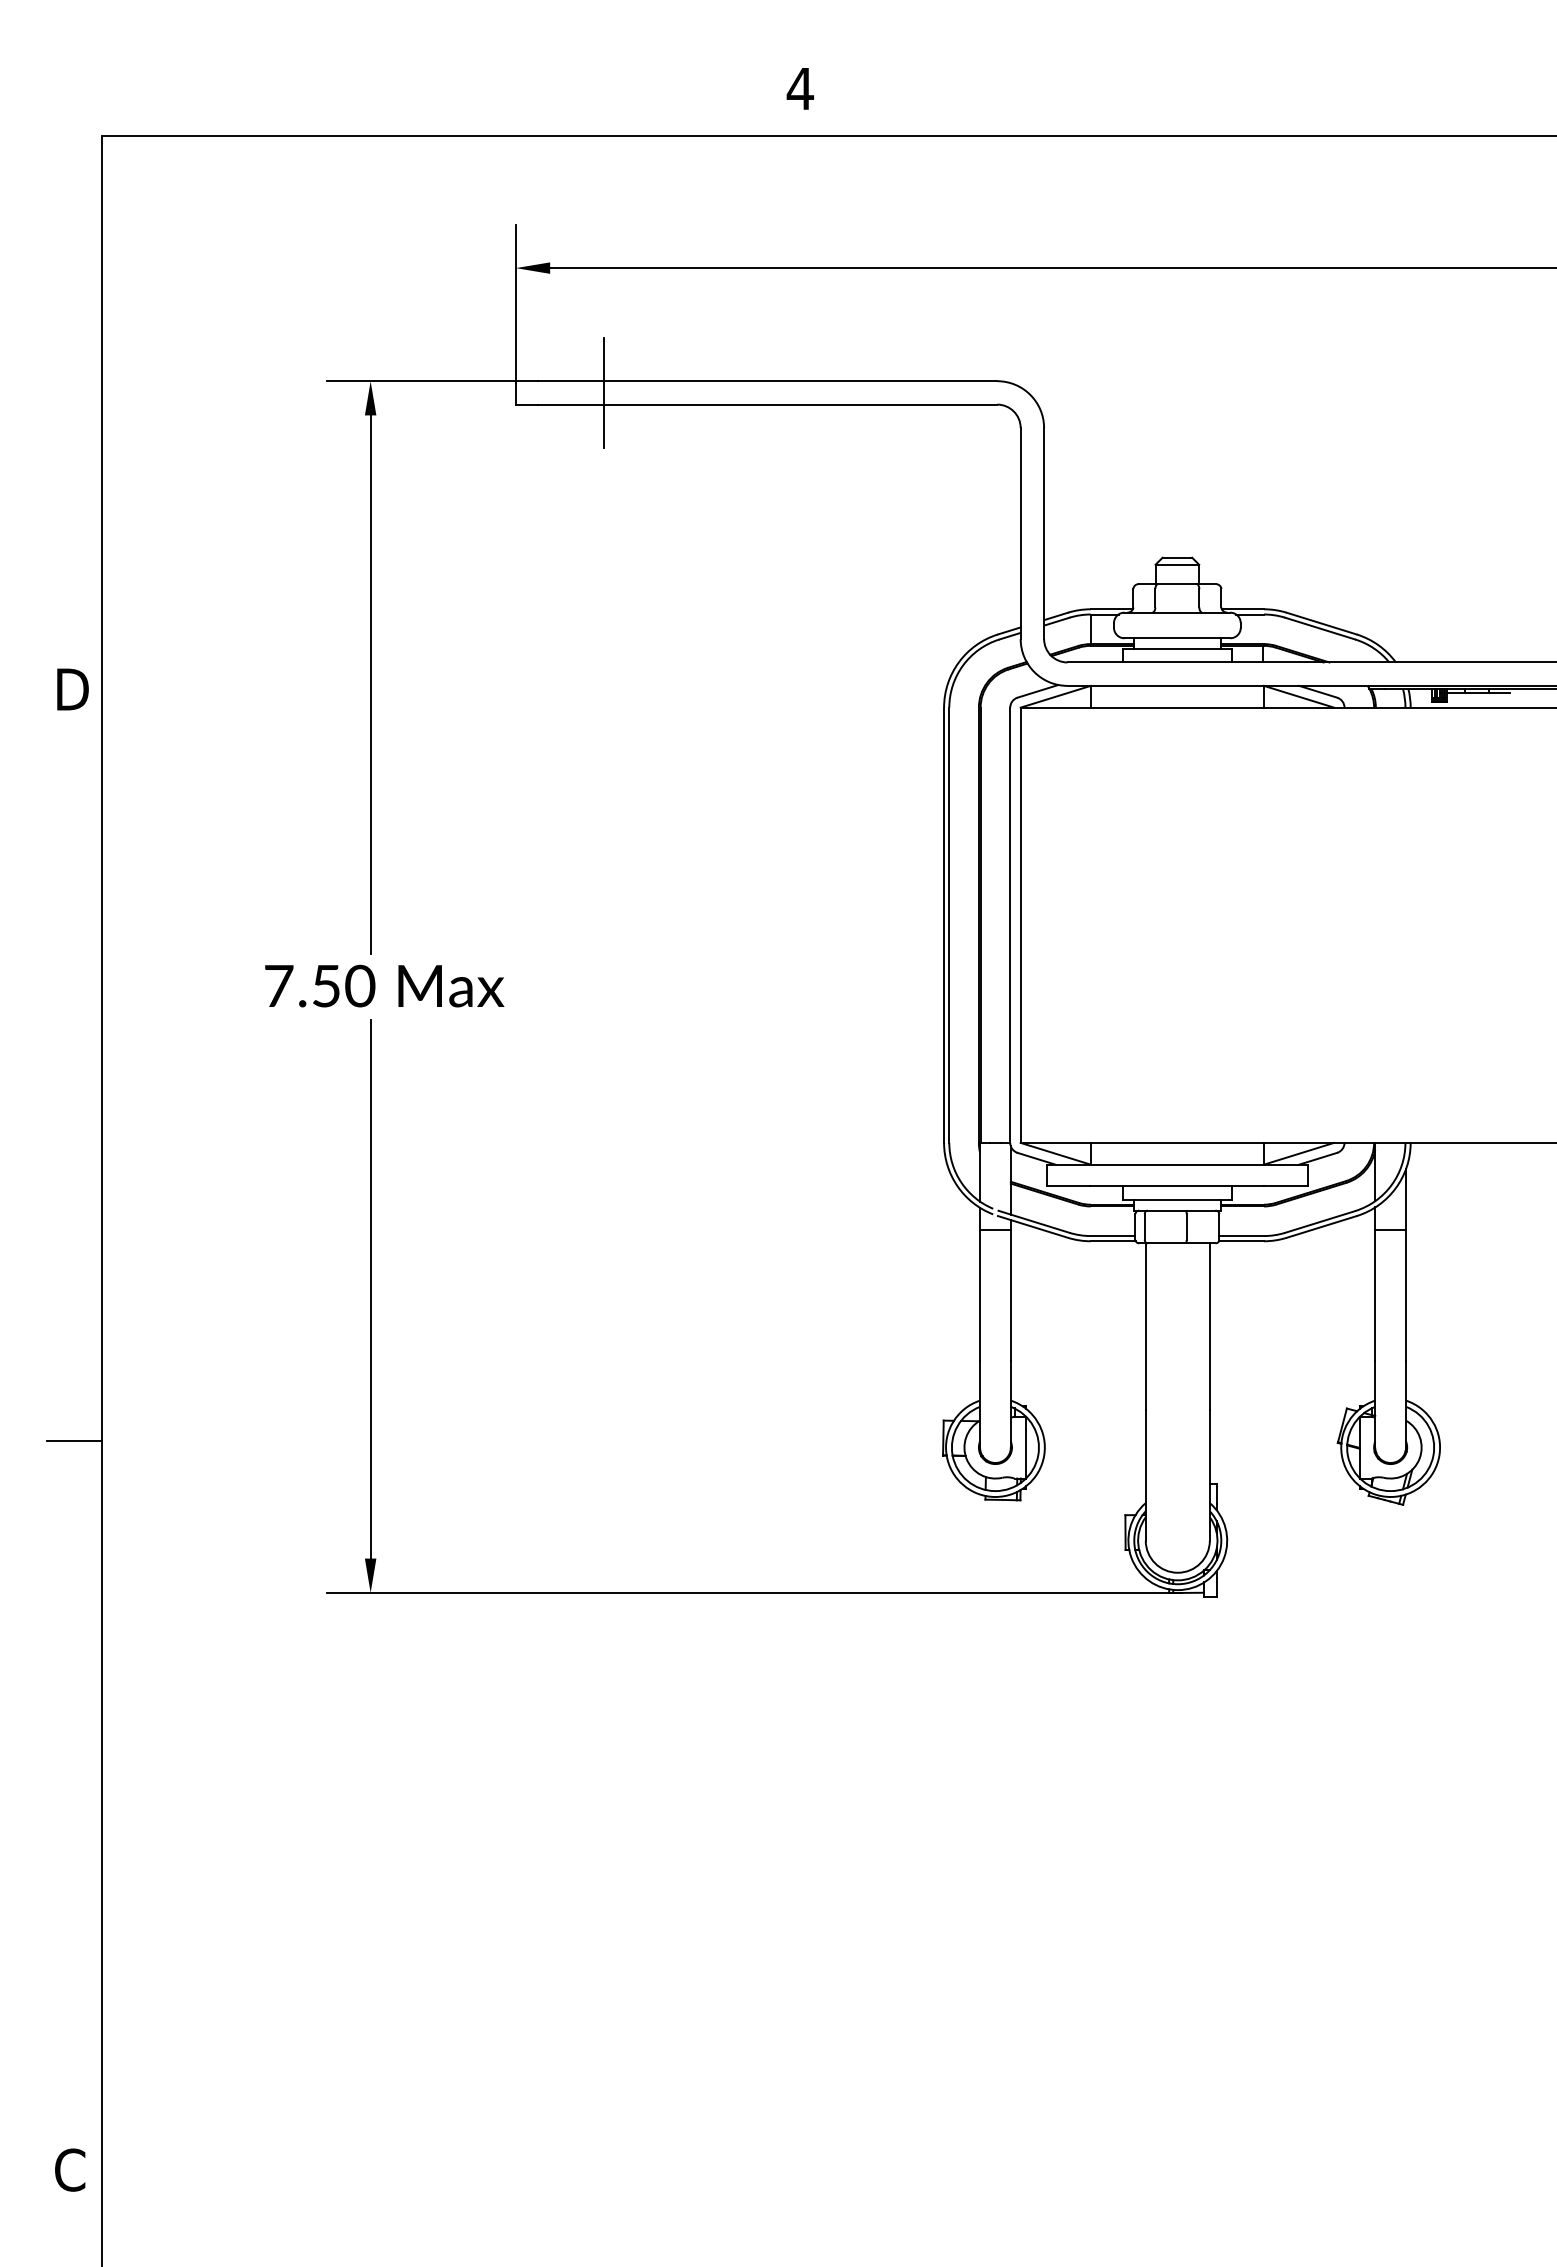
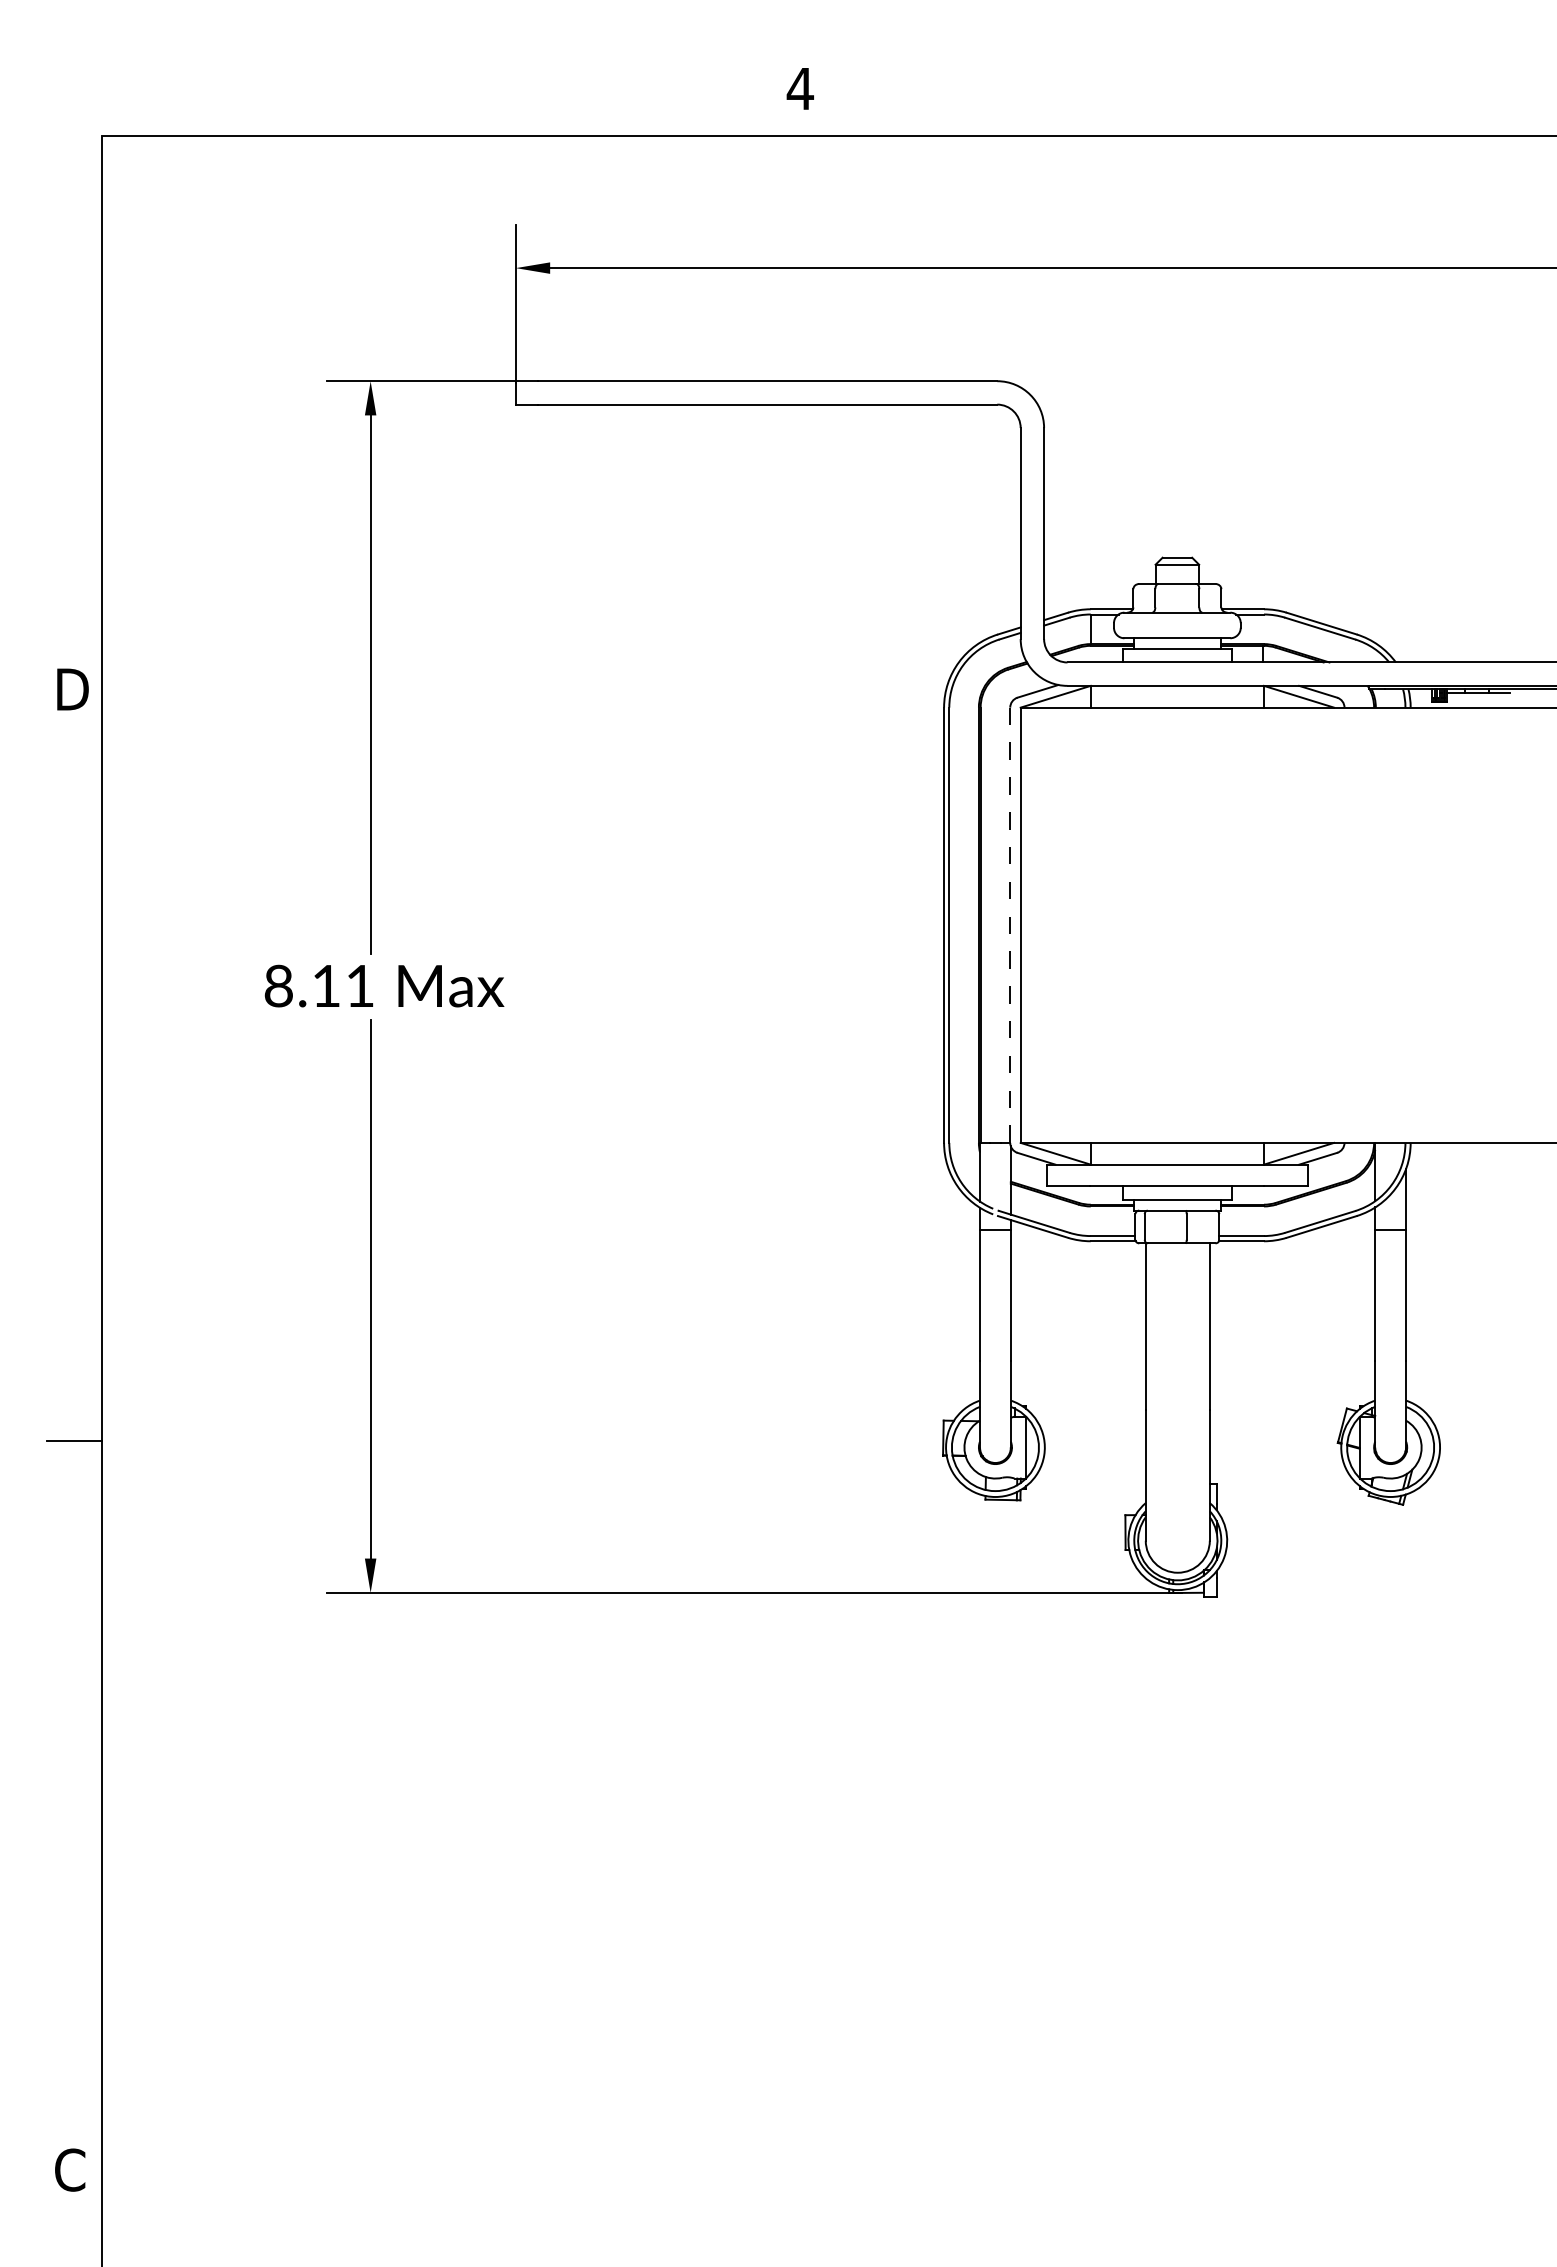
line at (603, 392): present -> none
line at (1010, 925): solid -> dashed
text at (319, 985): 7.50 -> 8.11
